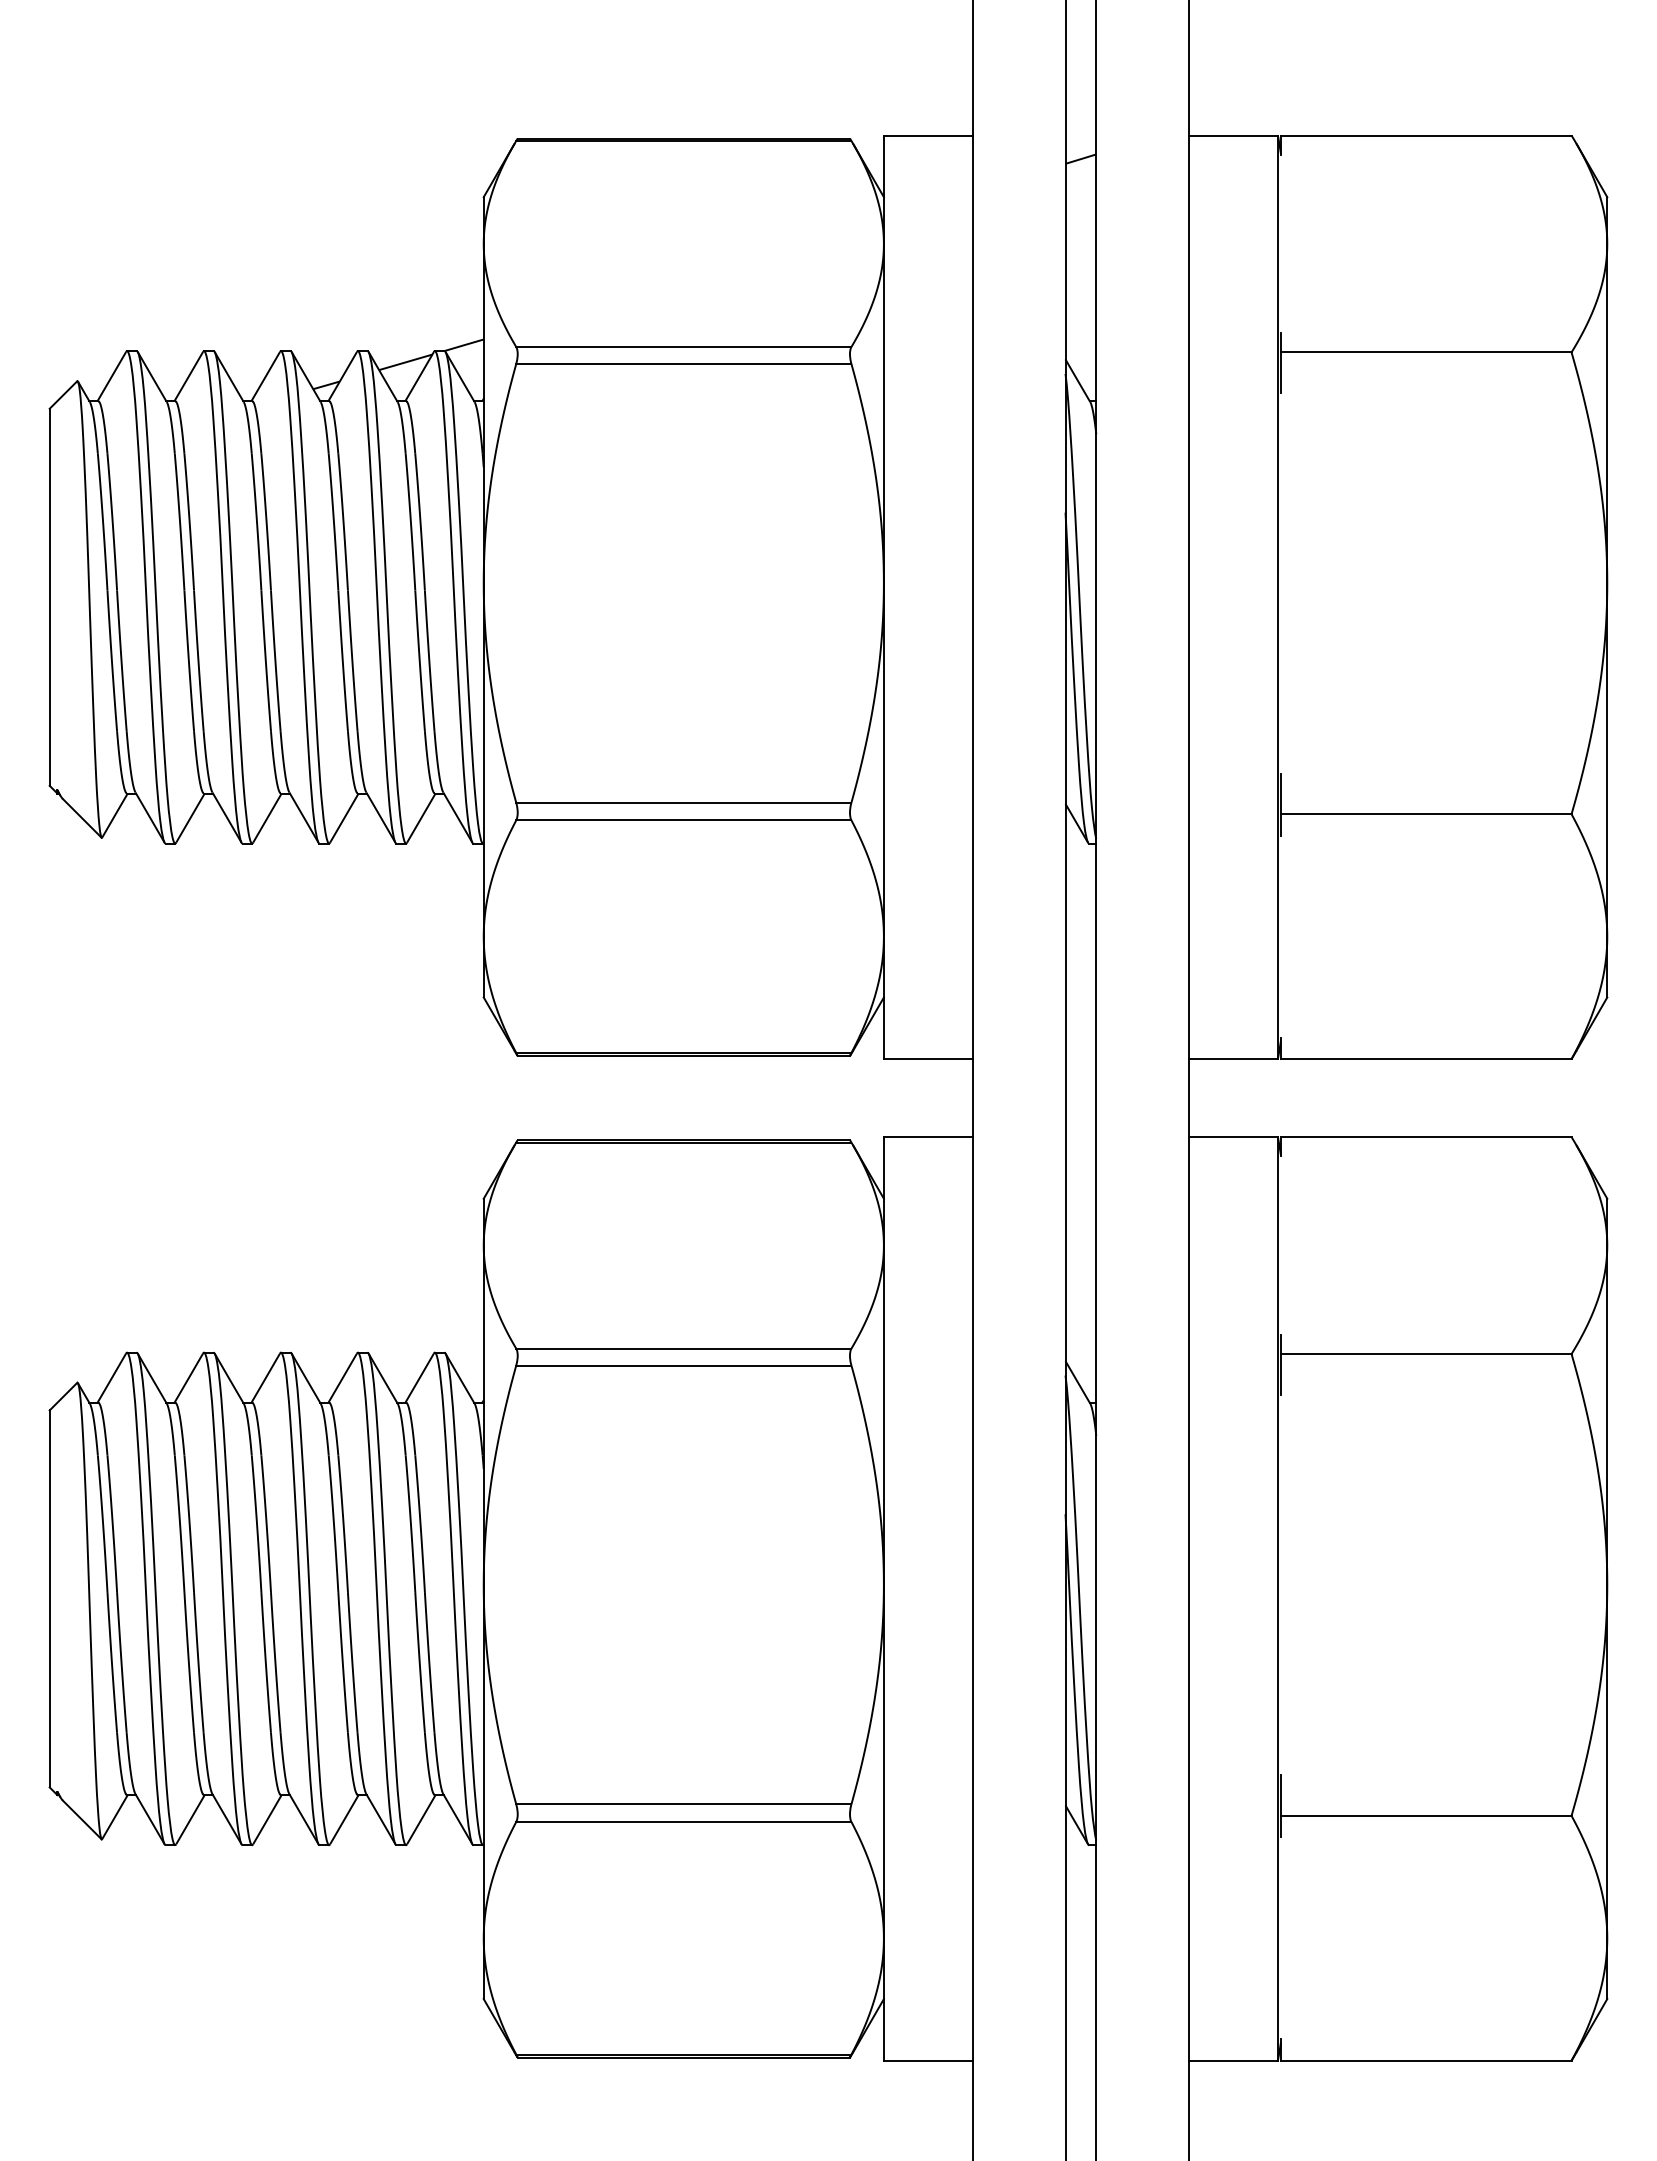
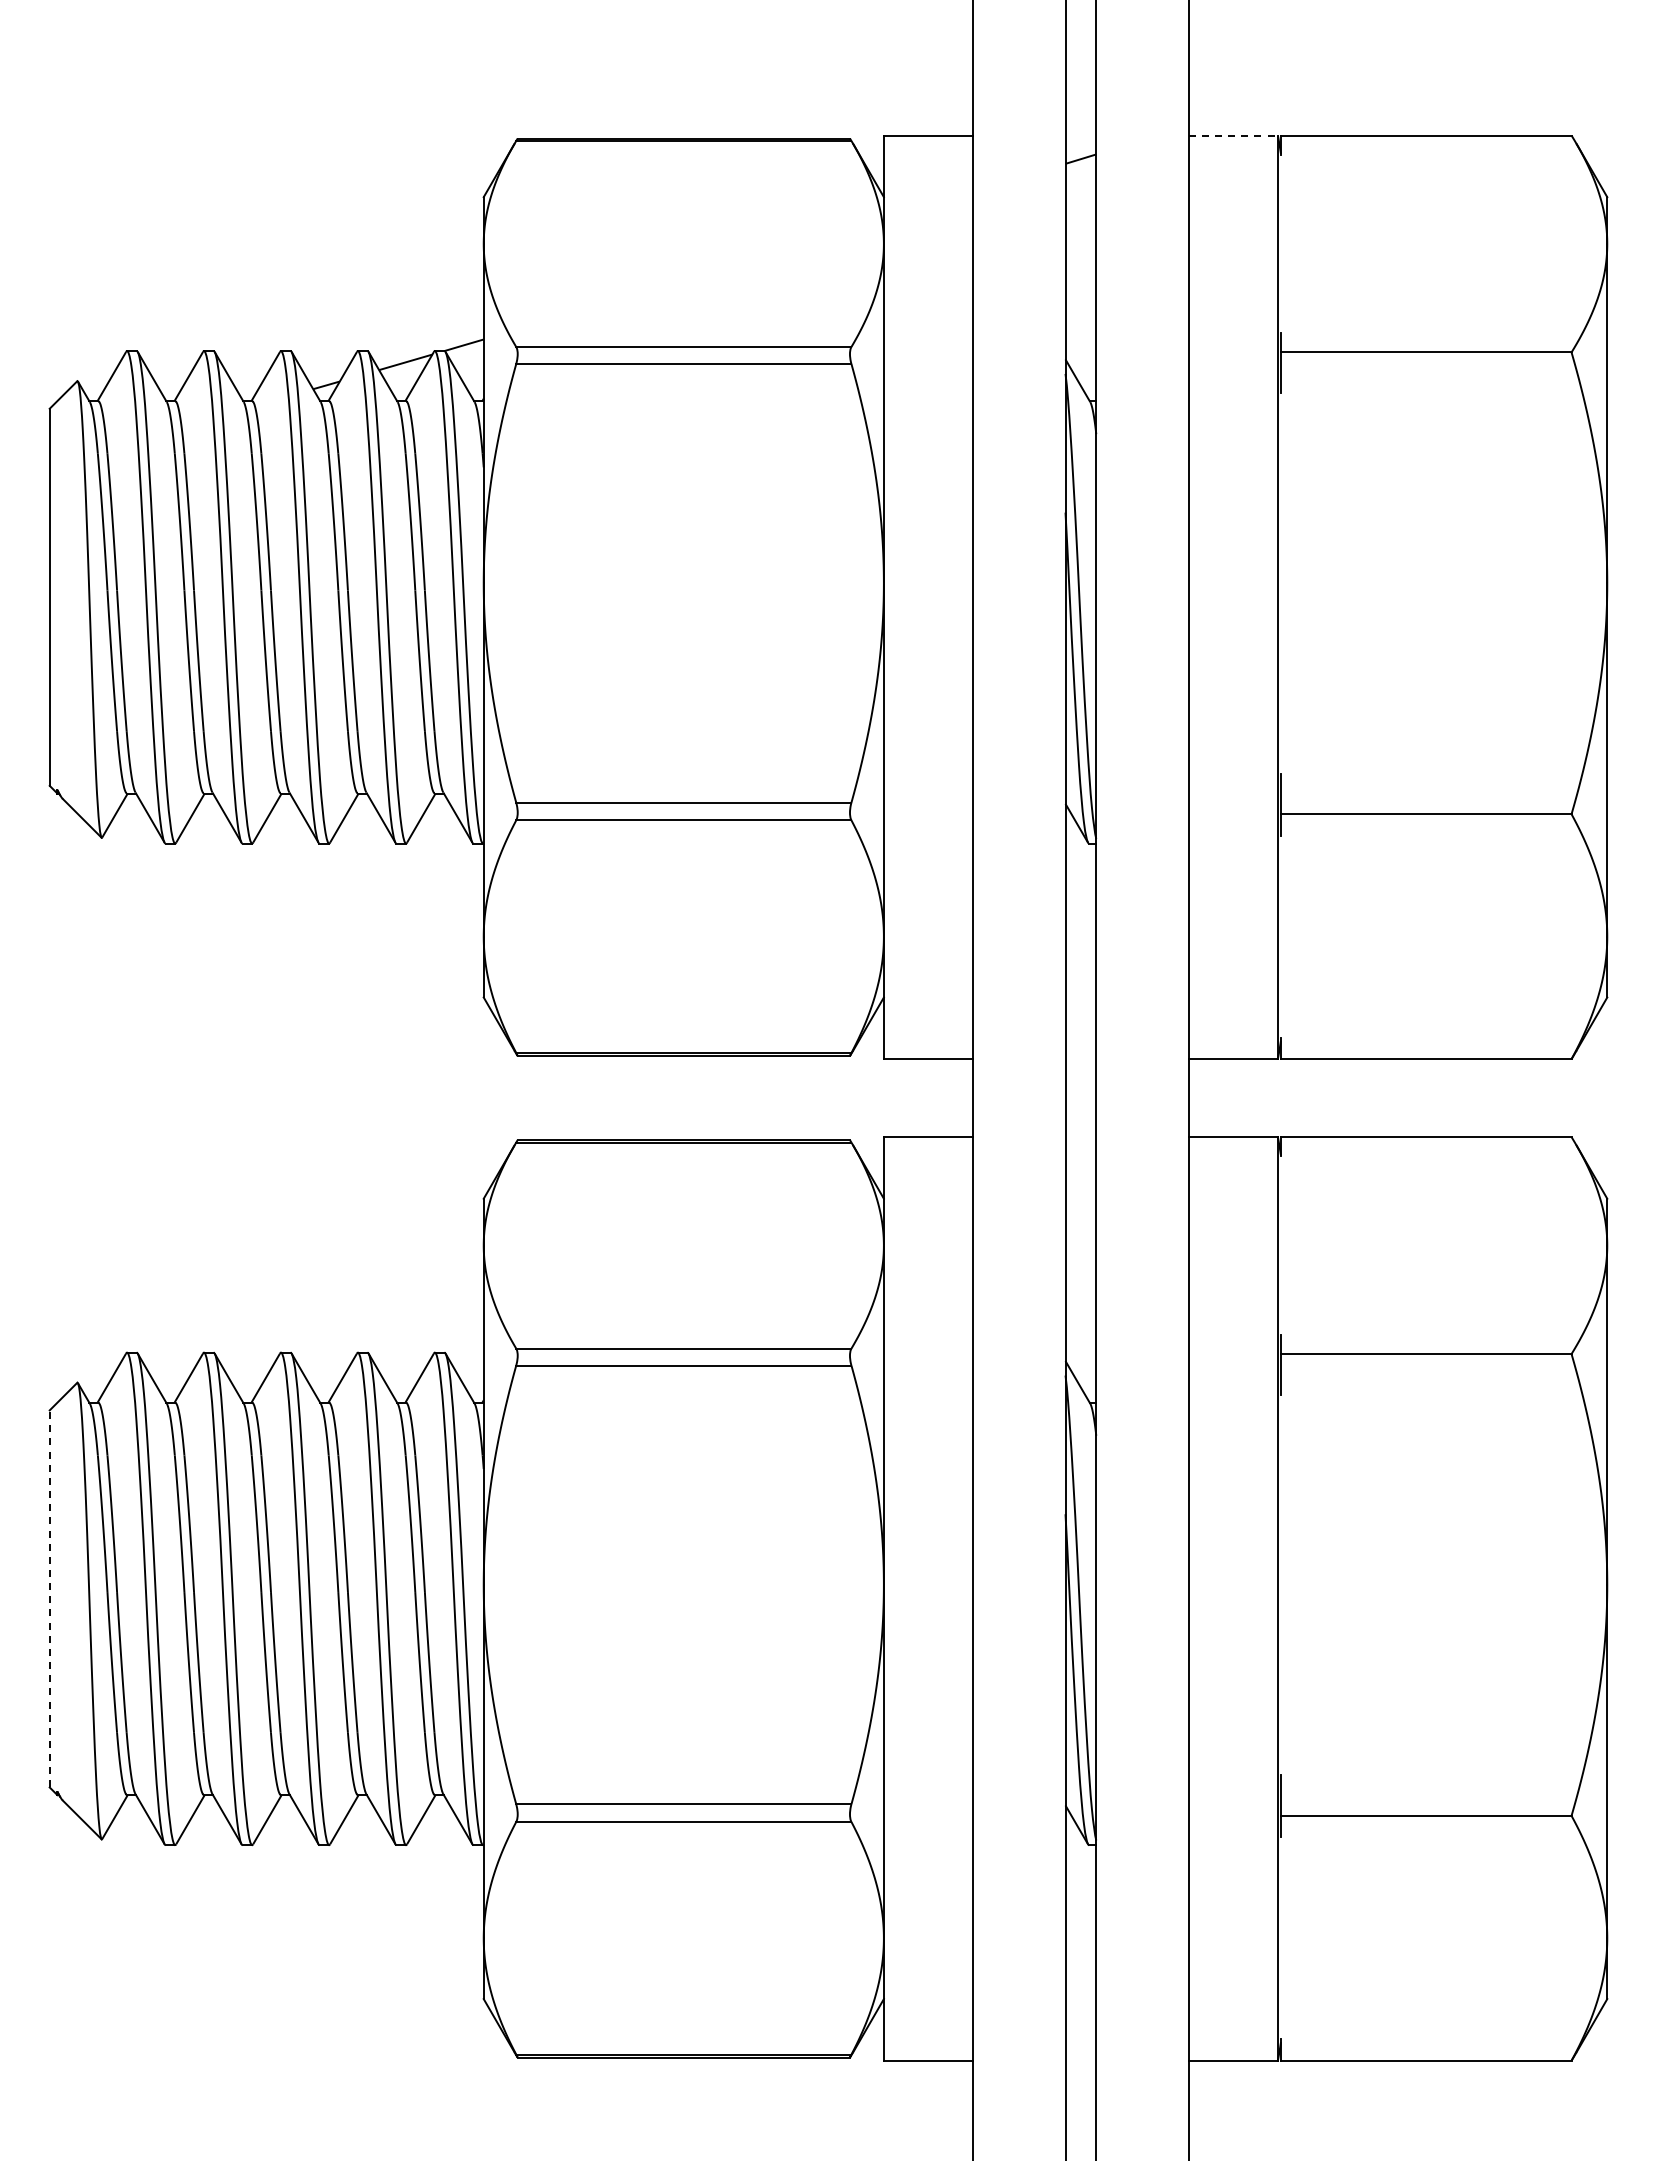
line at (1233, 135): solid -> dashed
line at (49, 1598): solid -> dashed
